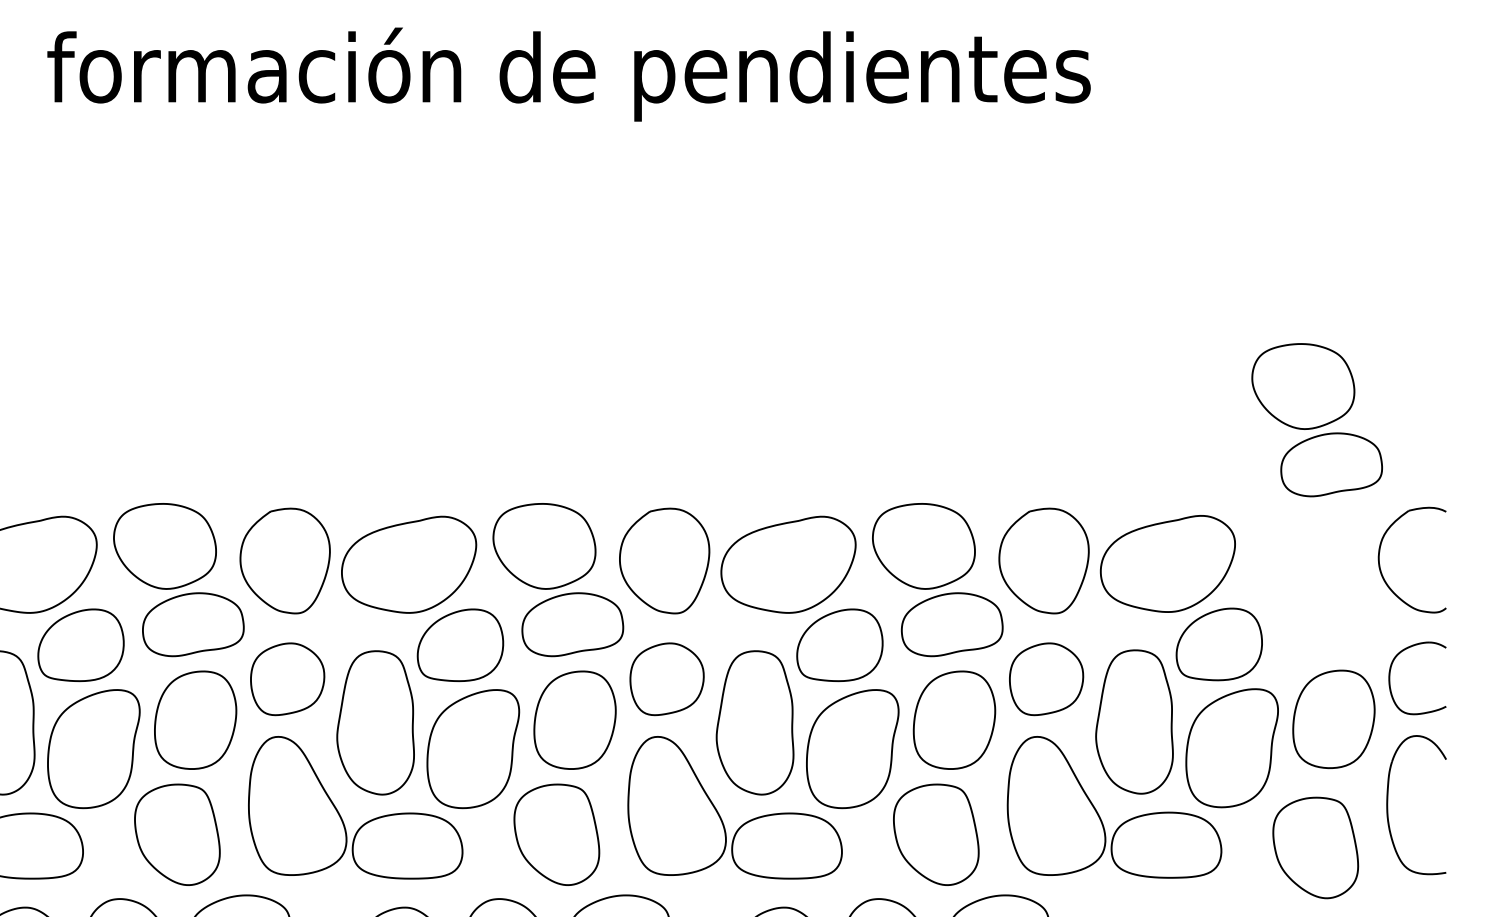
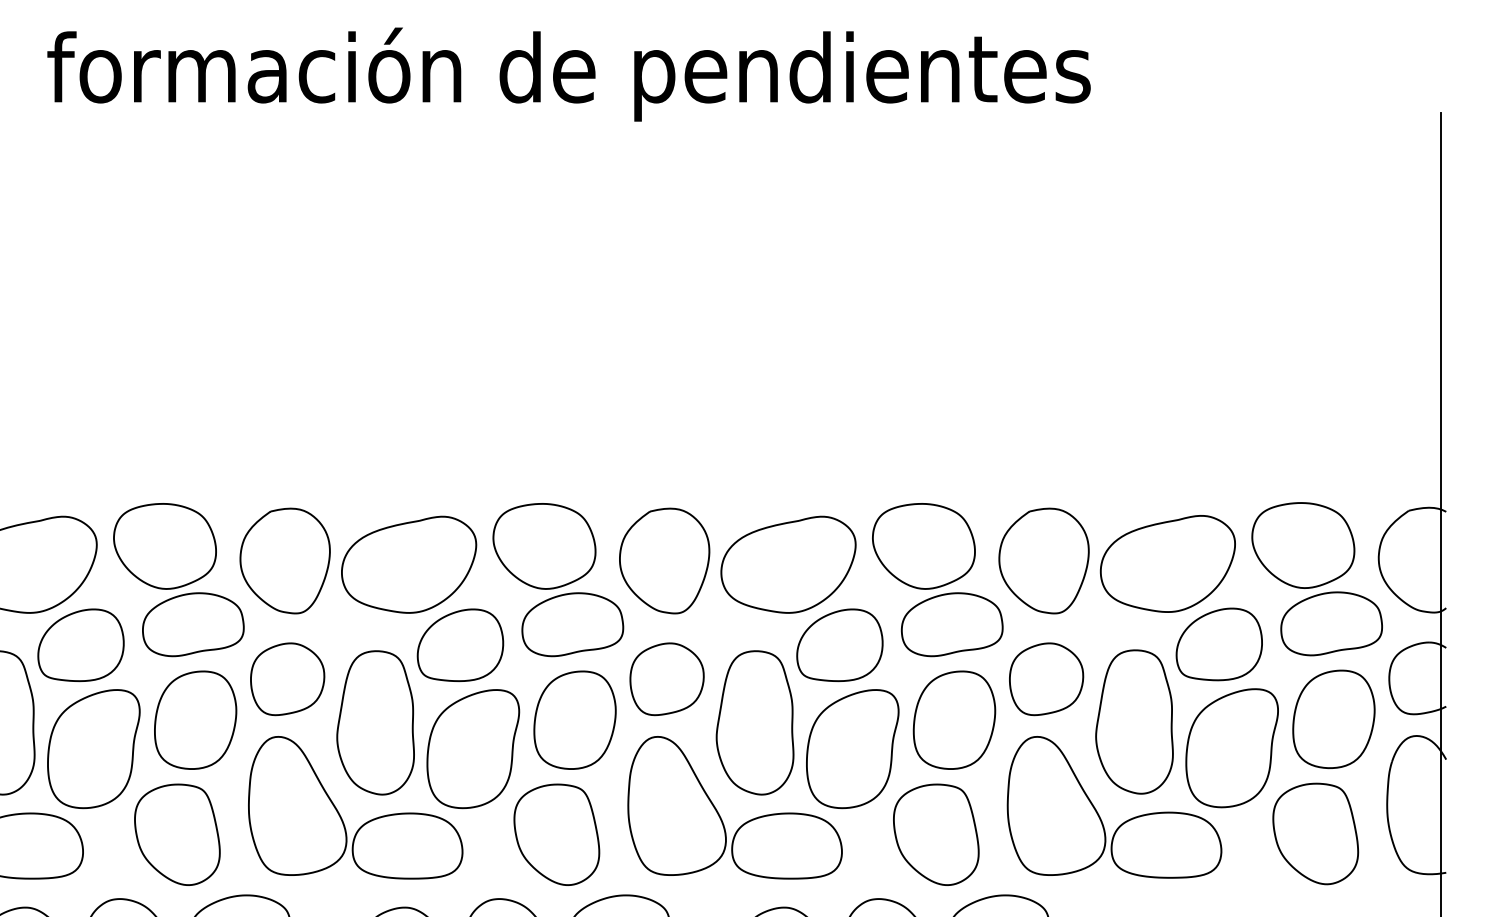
part at (1316, 420) position: (1316, 420) -> (1316, 579)
line at (1440, 512): none -> present
part at (1315, 847) position: (1315, 847) -> (1315, 833)
